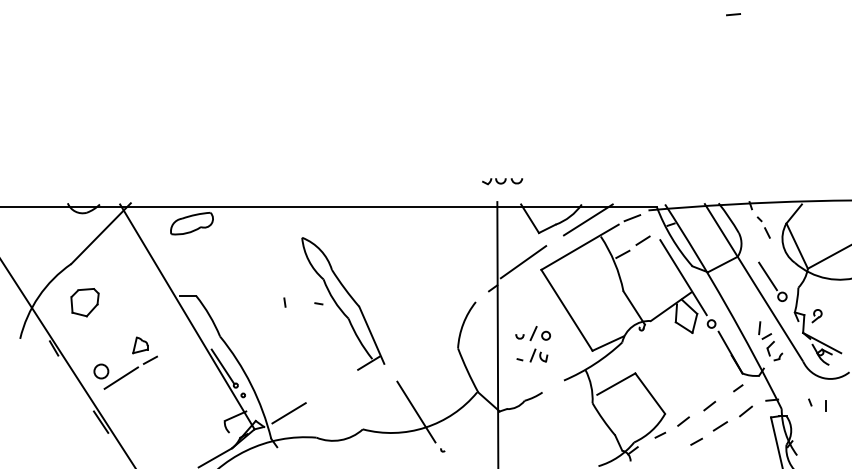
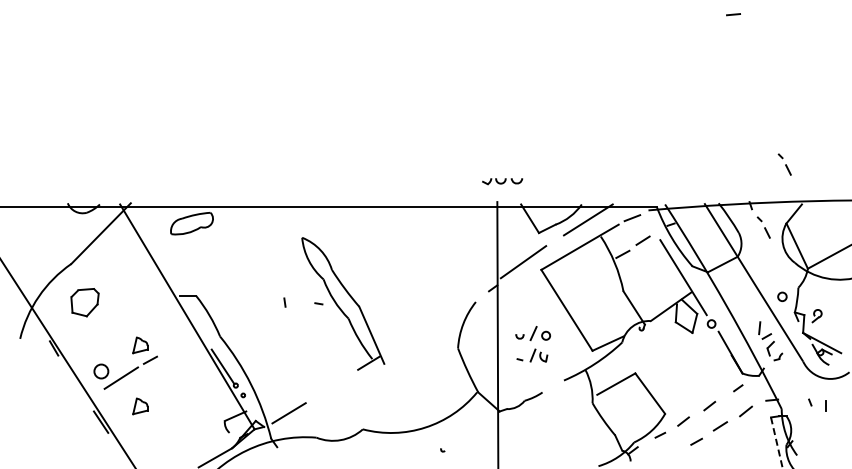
part at (784, 164): none -> present
line at (767, 276): present -> none
part at (140, 406): none -> present
line at (416, 411): present -> none
line at (777, 443): solid -> dashed
